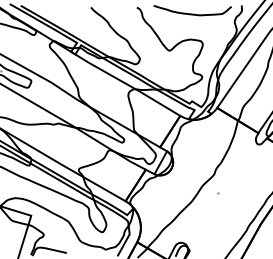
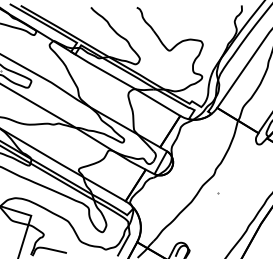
curve at (192, 13): present -> none
